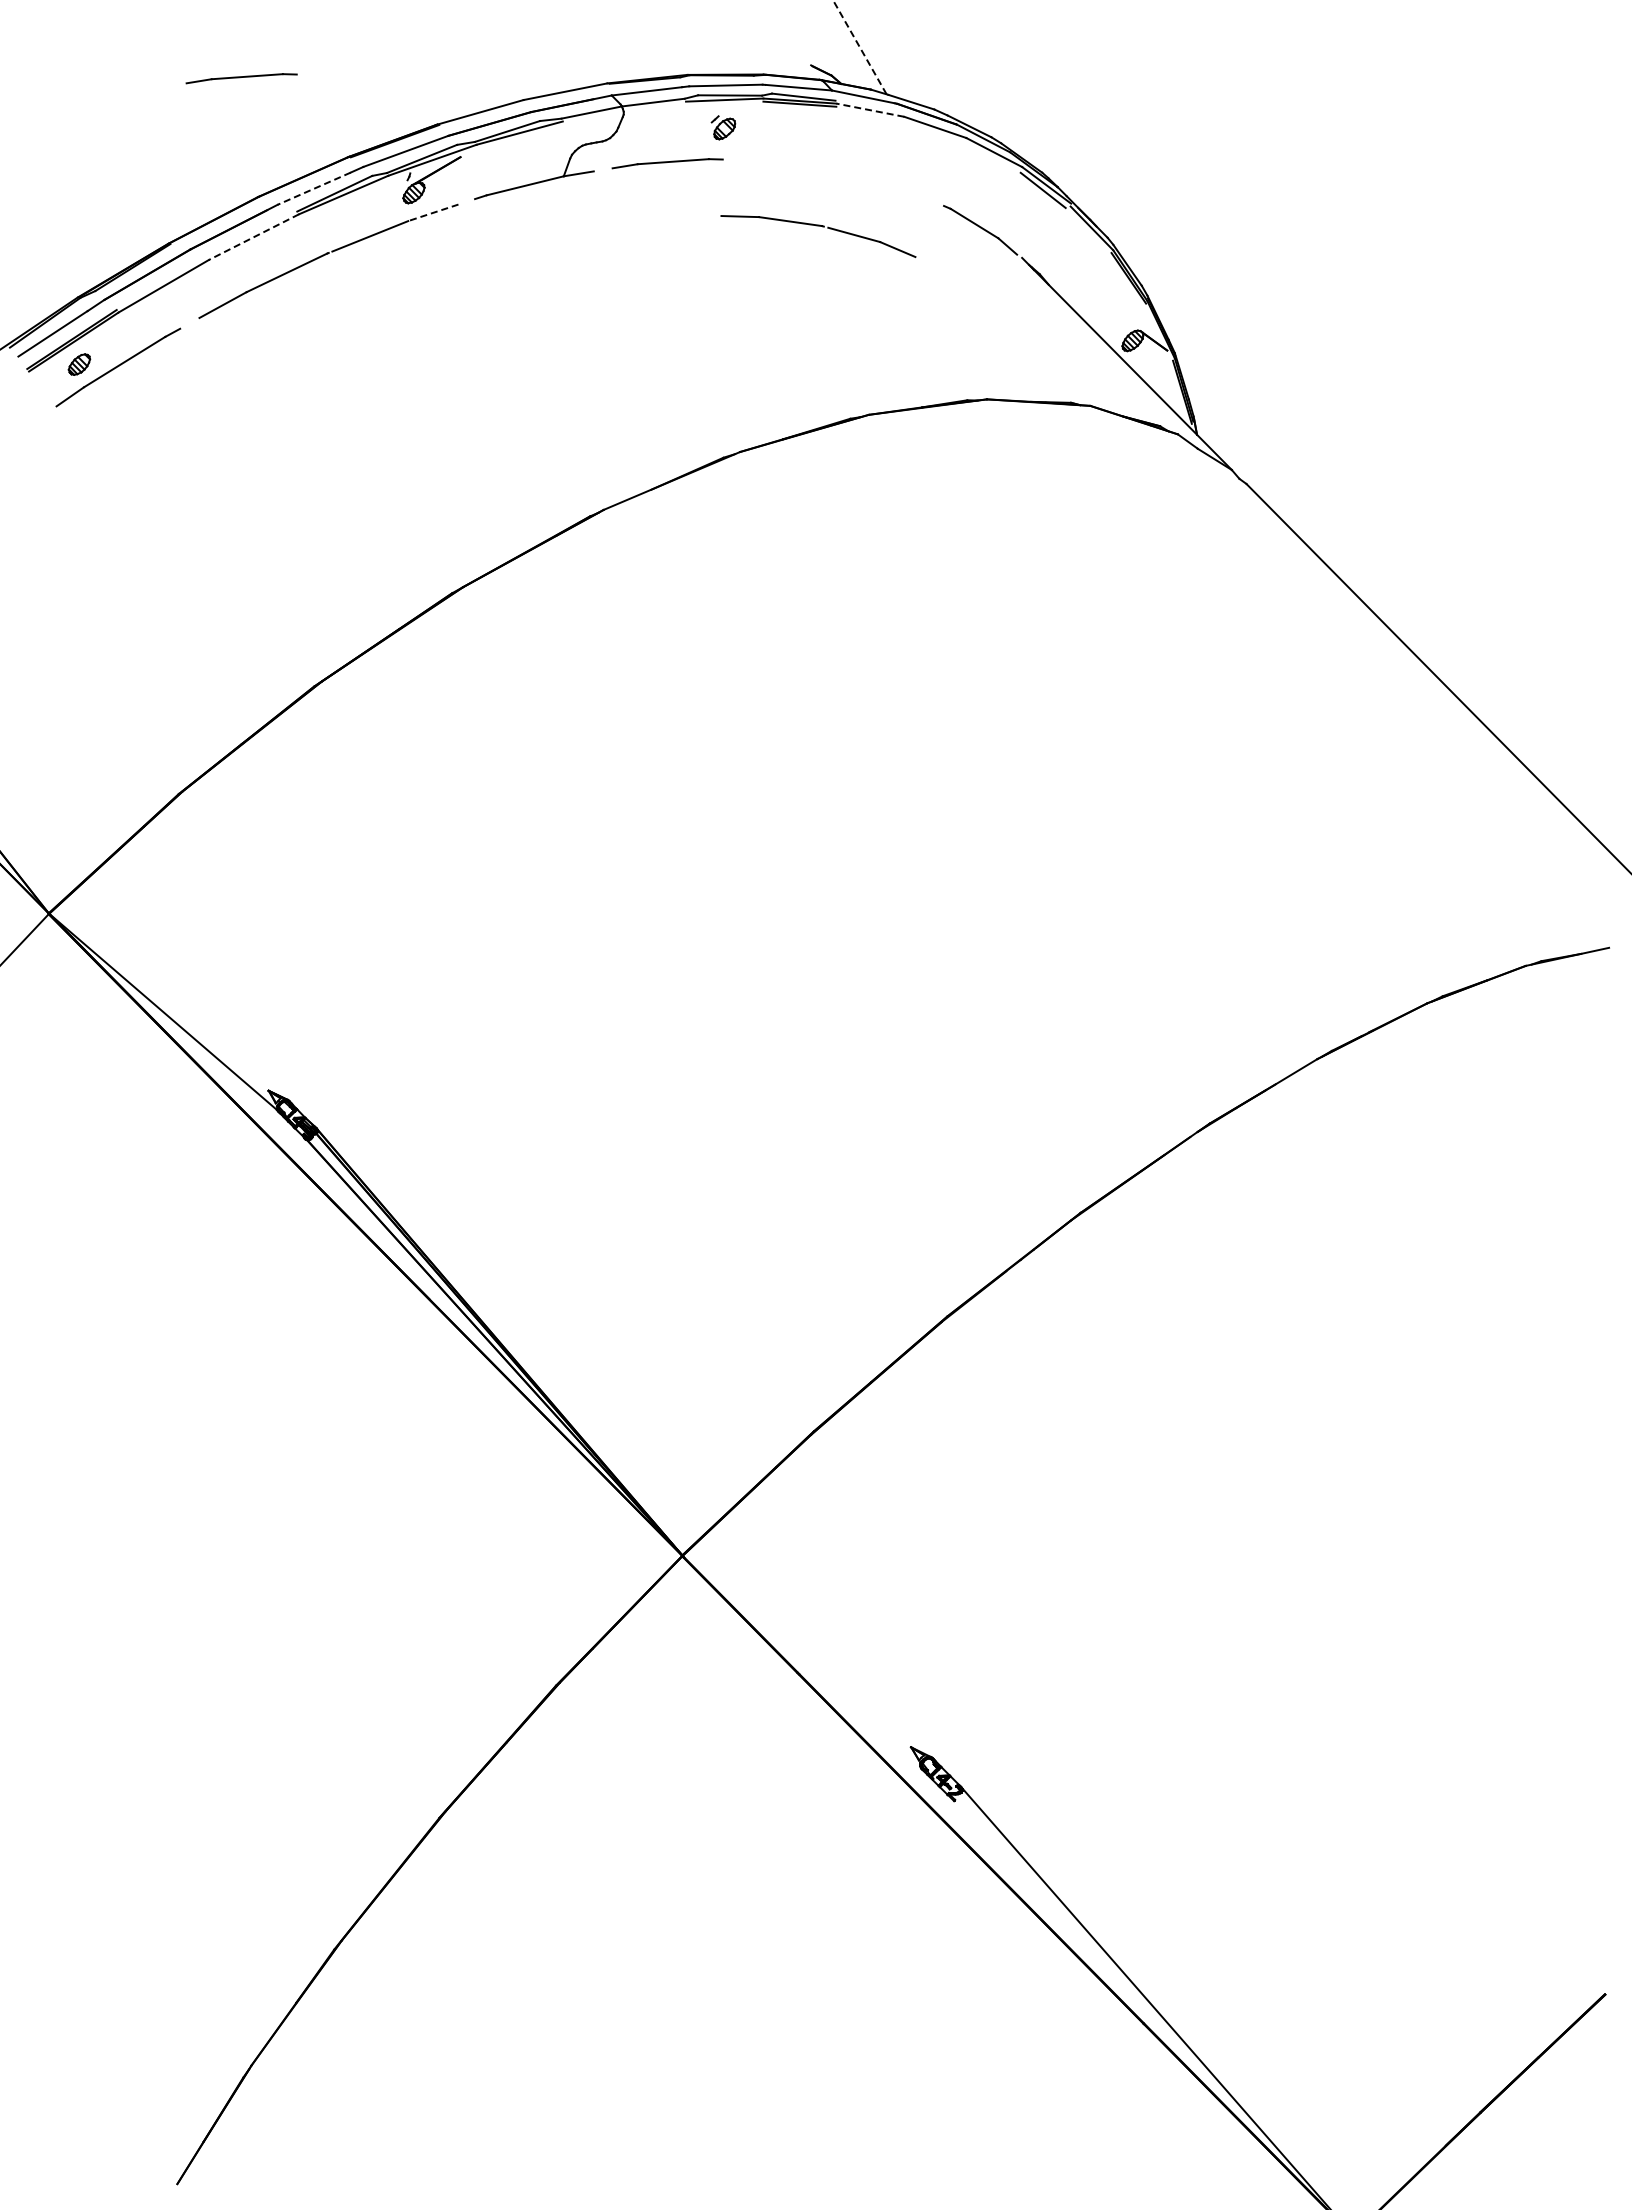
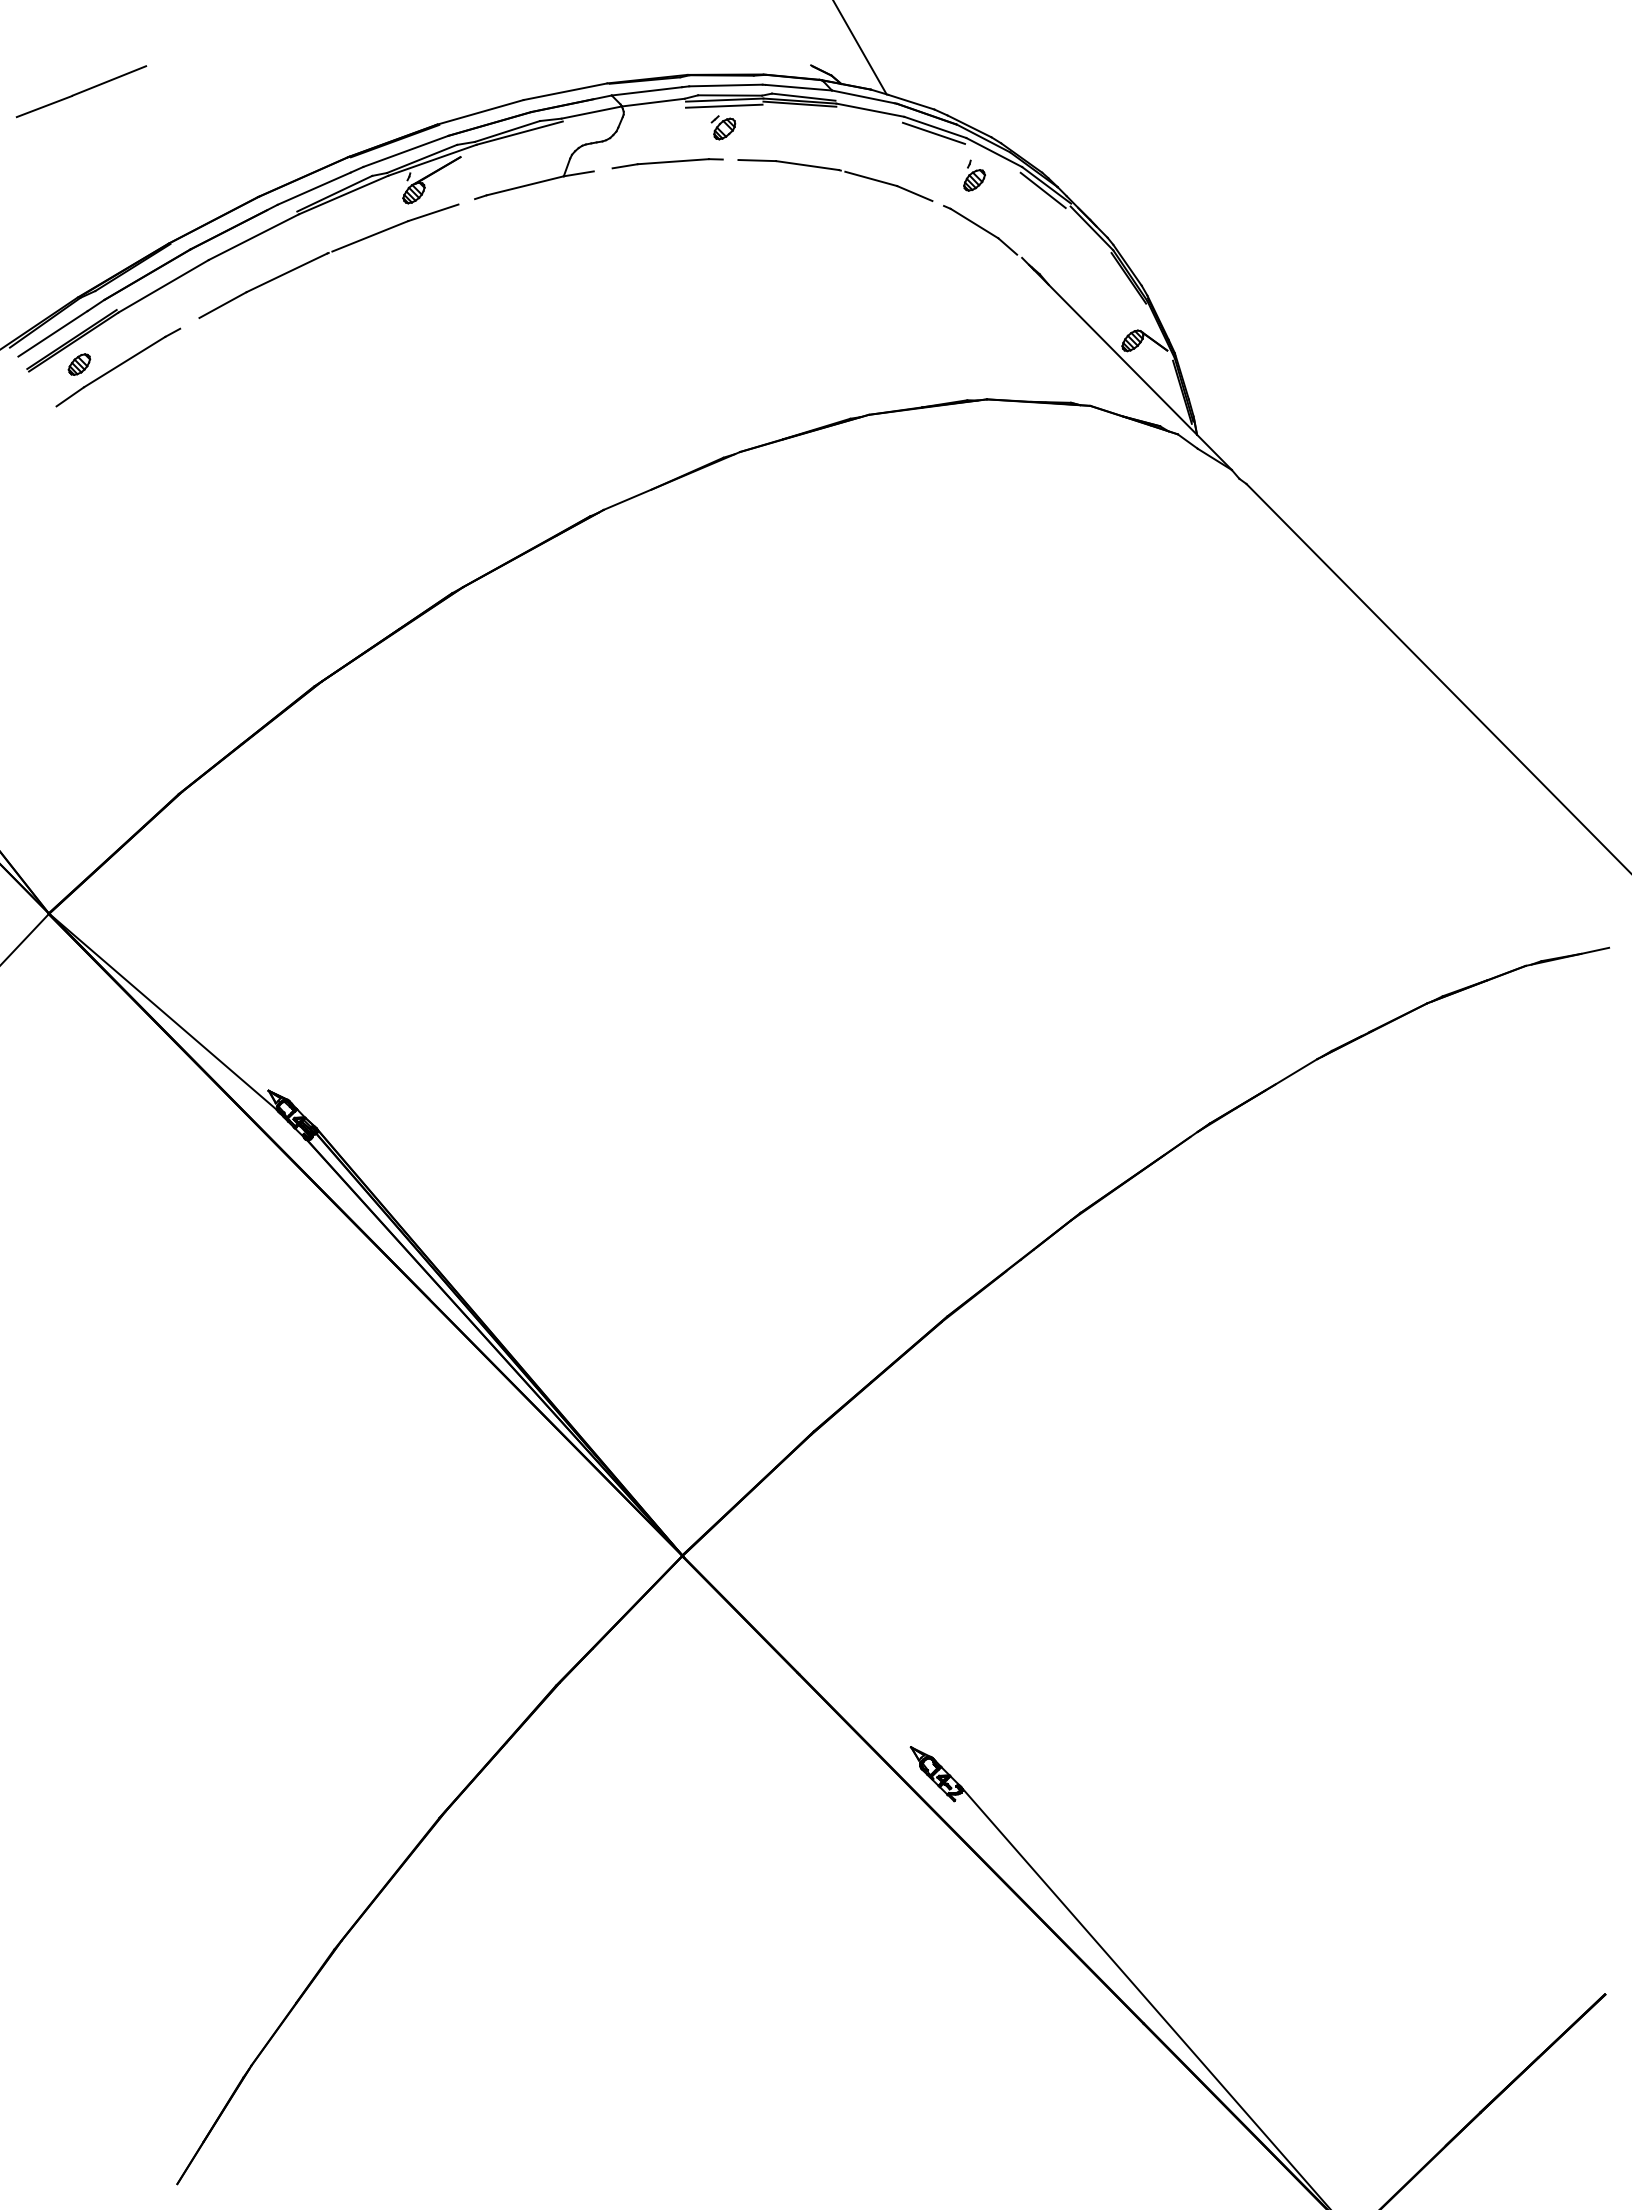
line at (859, 47): dashed -> solid
part at (241, 78): present -> none
line at (81, 91): none -> present
line at (723, 105): none -> present
line at (870, 110): dashed -> solid
line at (933, 132): none -> present
part at (974, 175): none -> present
line at (314, 188): dashed -> solid
line at (432, 212): dashed -> solid
part at (822, 227) position: (822, 227) -> (839, 171)
line at (253, 237): dashed -> solid
